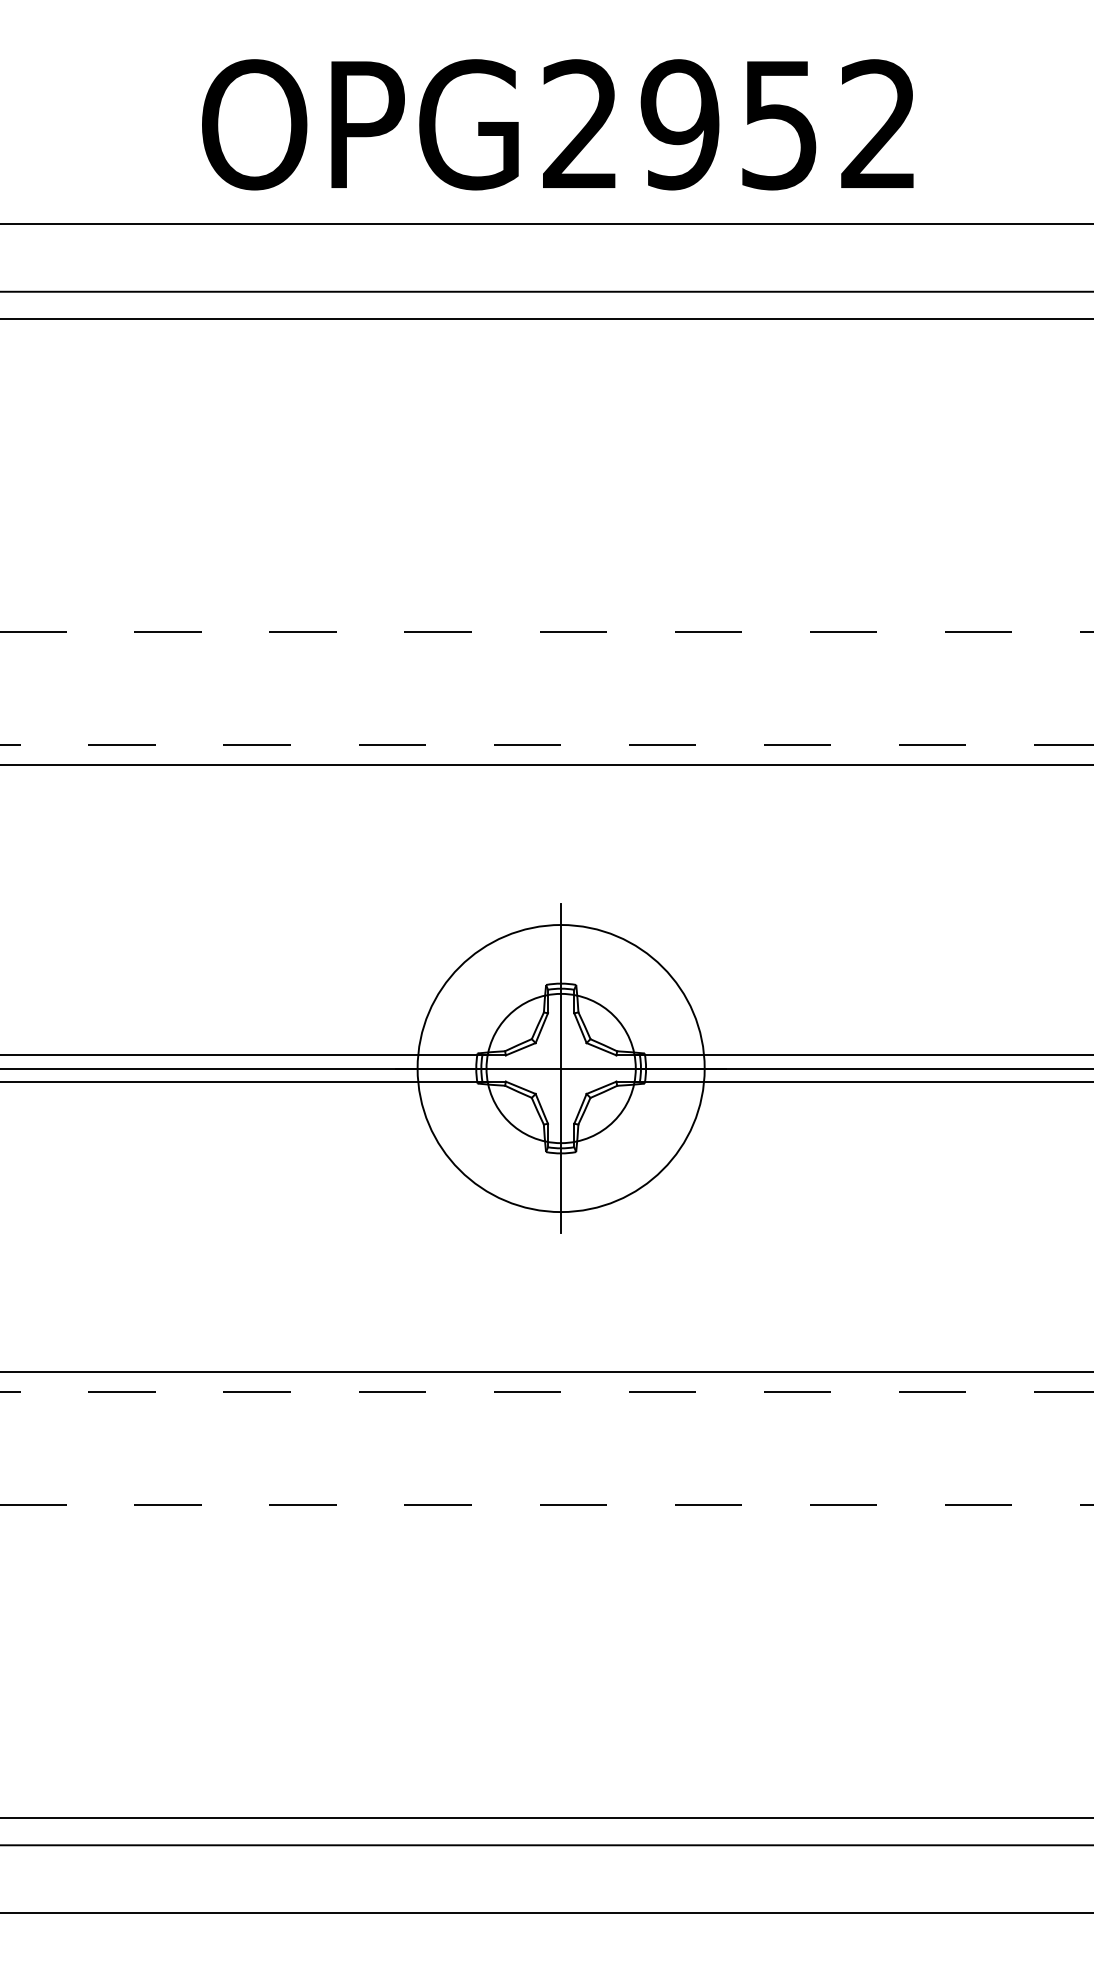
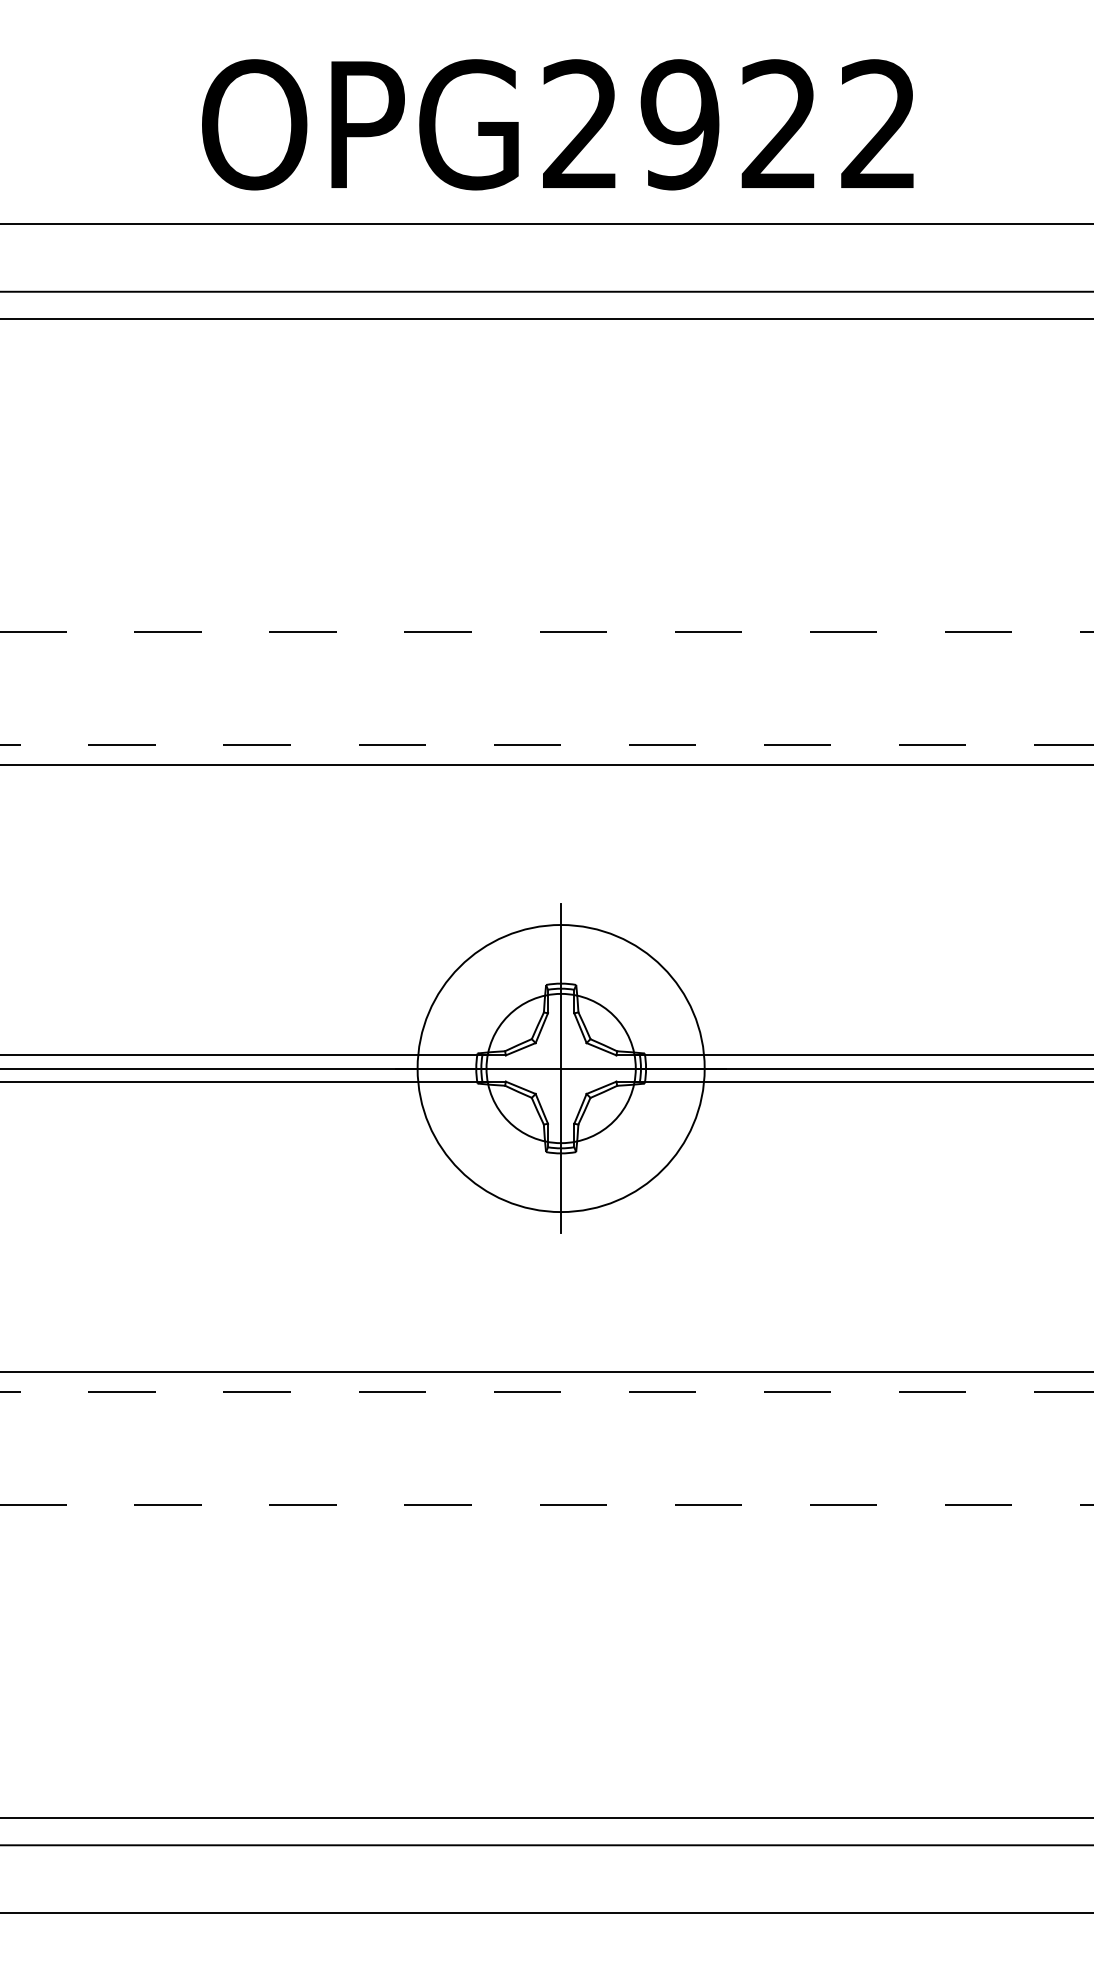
text at (778, 124): OPG2952 -> OPG2922
